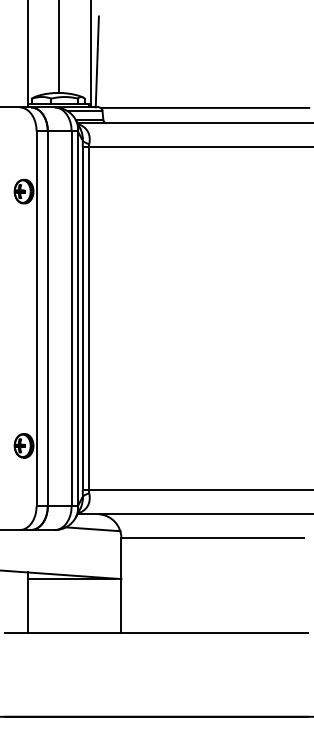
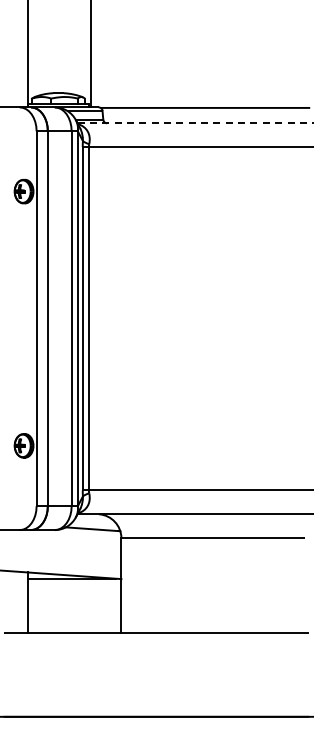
line at (58, 47): present -> none
line at (96, 61): present -> none
line at (195, 123): solid -> dashed
